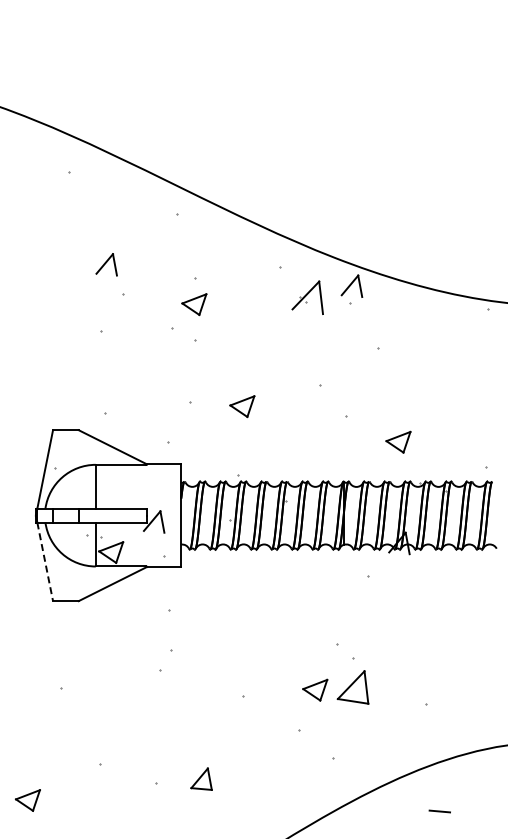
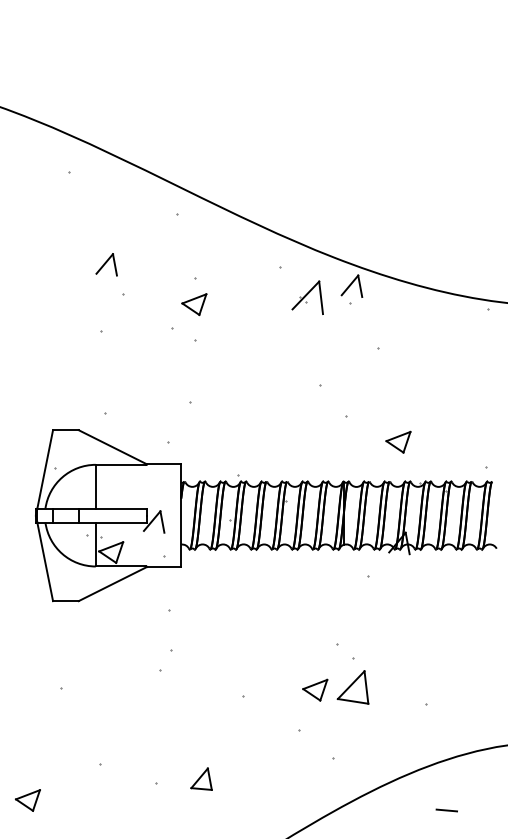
part at (242, 406): present -> none
line at (45, 562): dashed -> solid
line at (439, 811) position: (439, 811) -> (446, 810)
